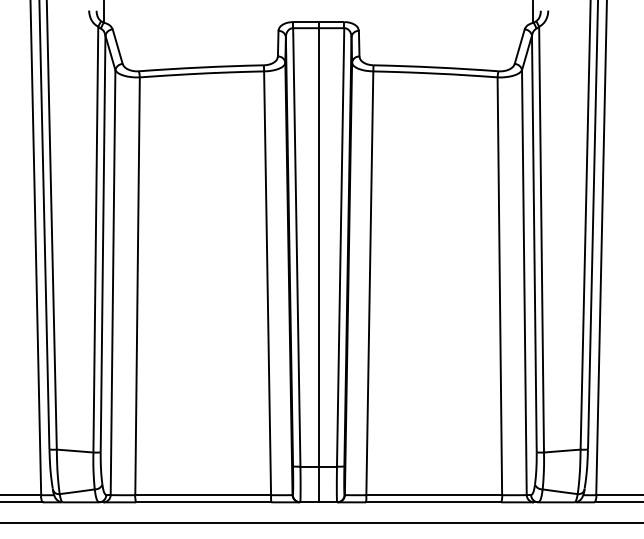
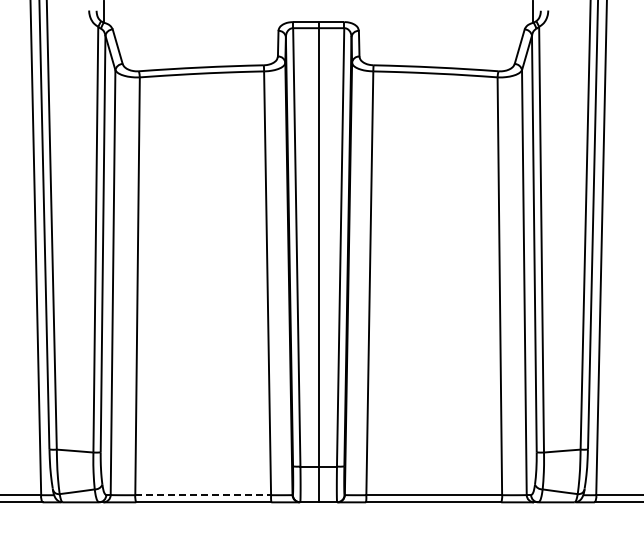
line at (203, 495): solid -> dashed
line at (321, 523): present -> none
